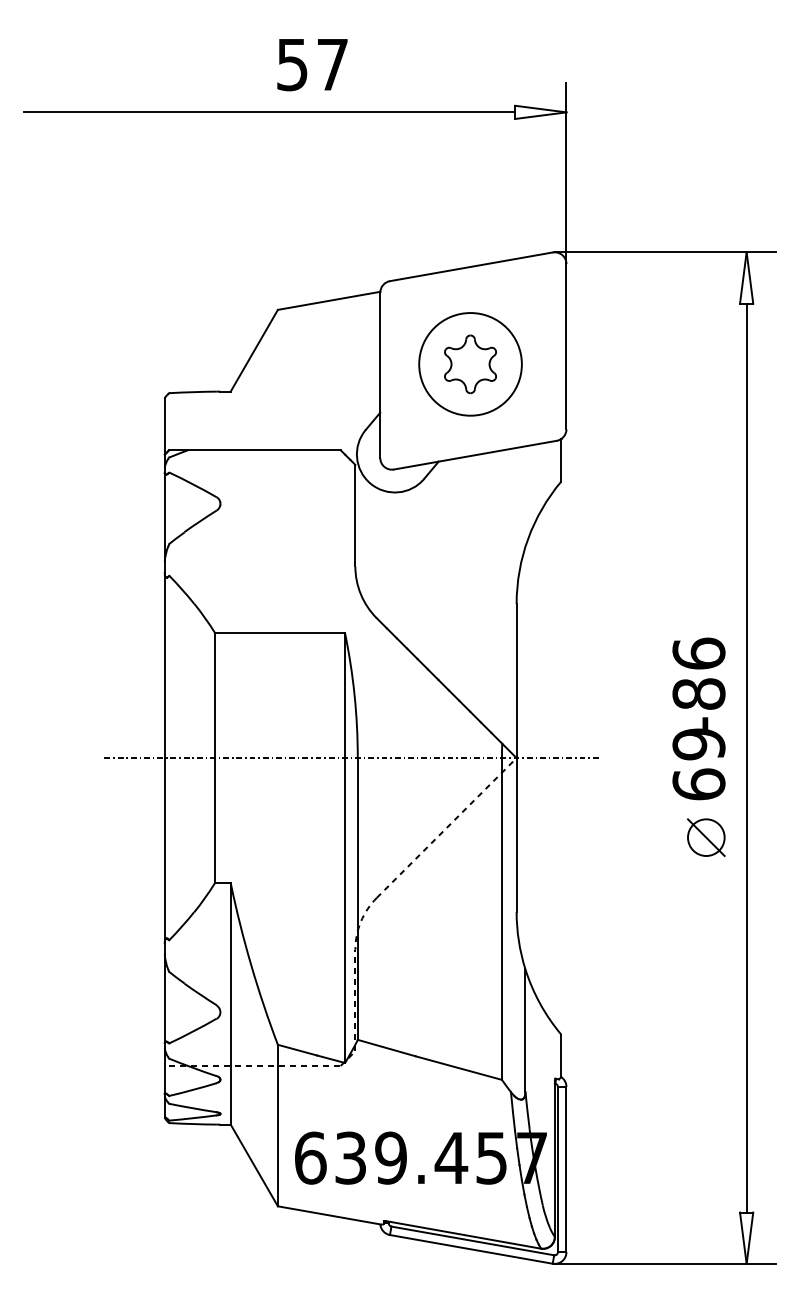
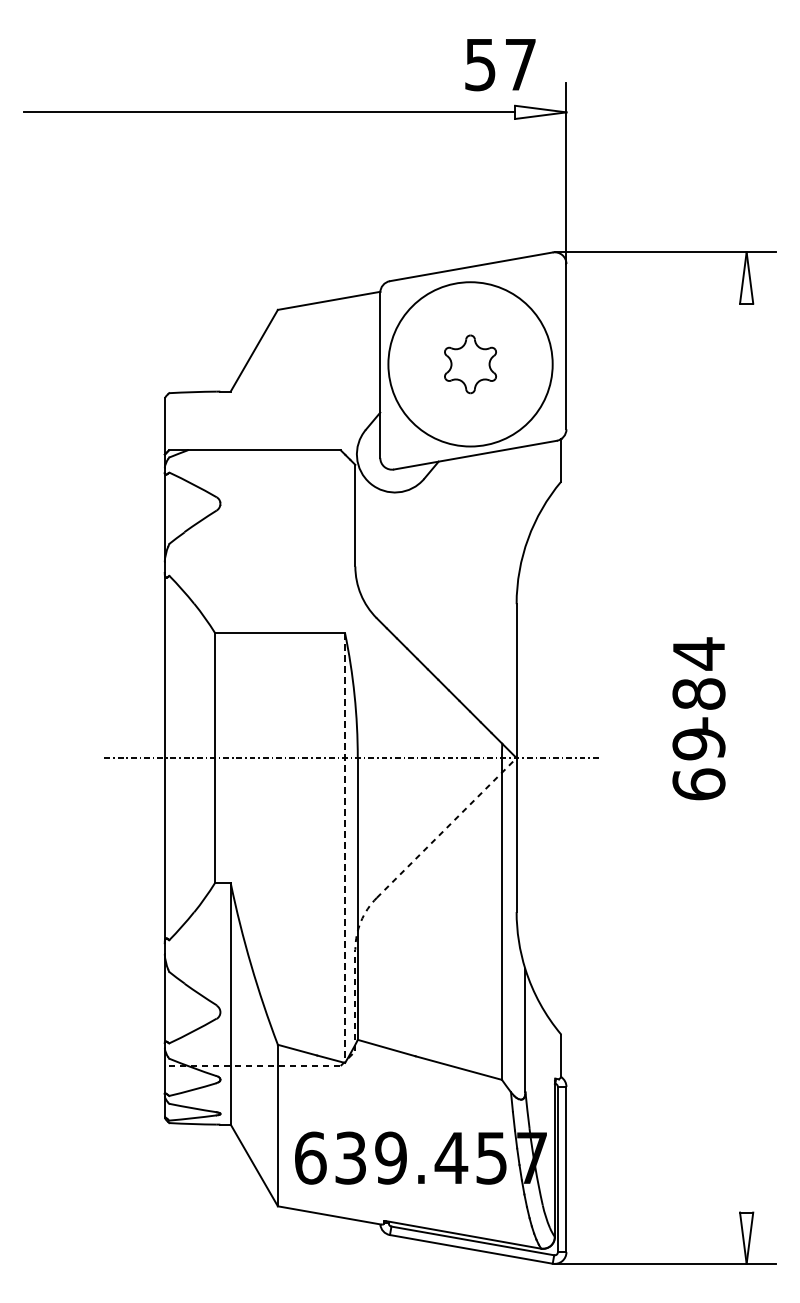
text at (312, 65) position: (312, 65) -> (500, 65)
circle at (470, 364) diameter: 103 px -> 164 px
text at (698, 653): -86 -> -84
line at (746, 757): present -> none
part at (705, 837): present -> none
line at (345, 848): solid -> dashed
